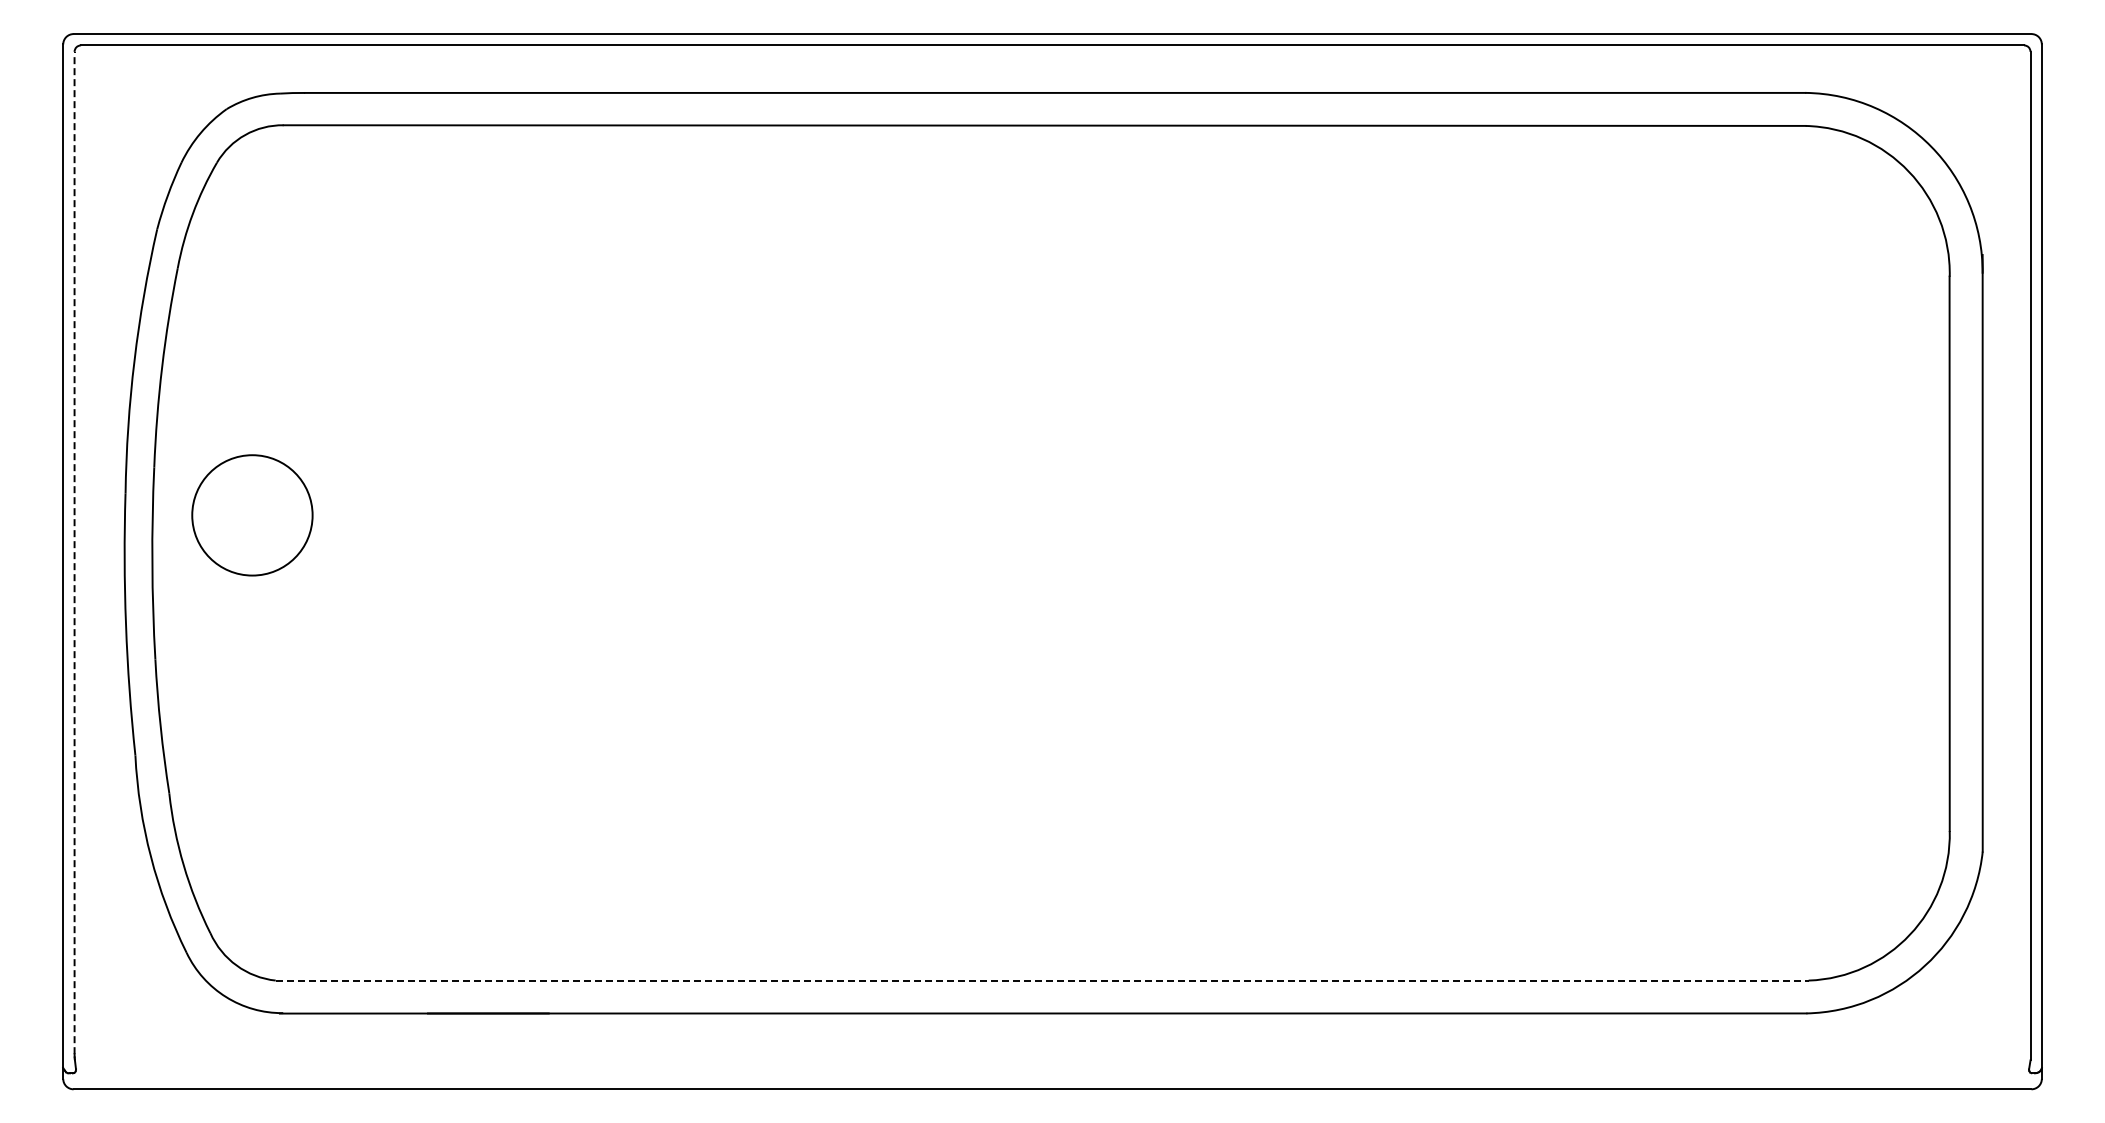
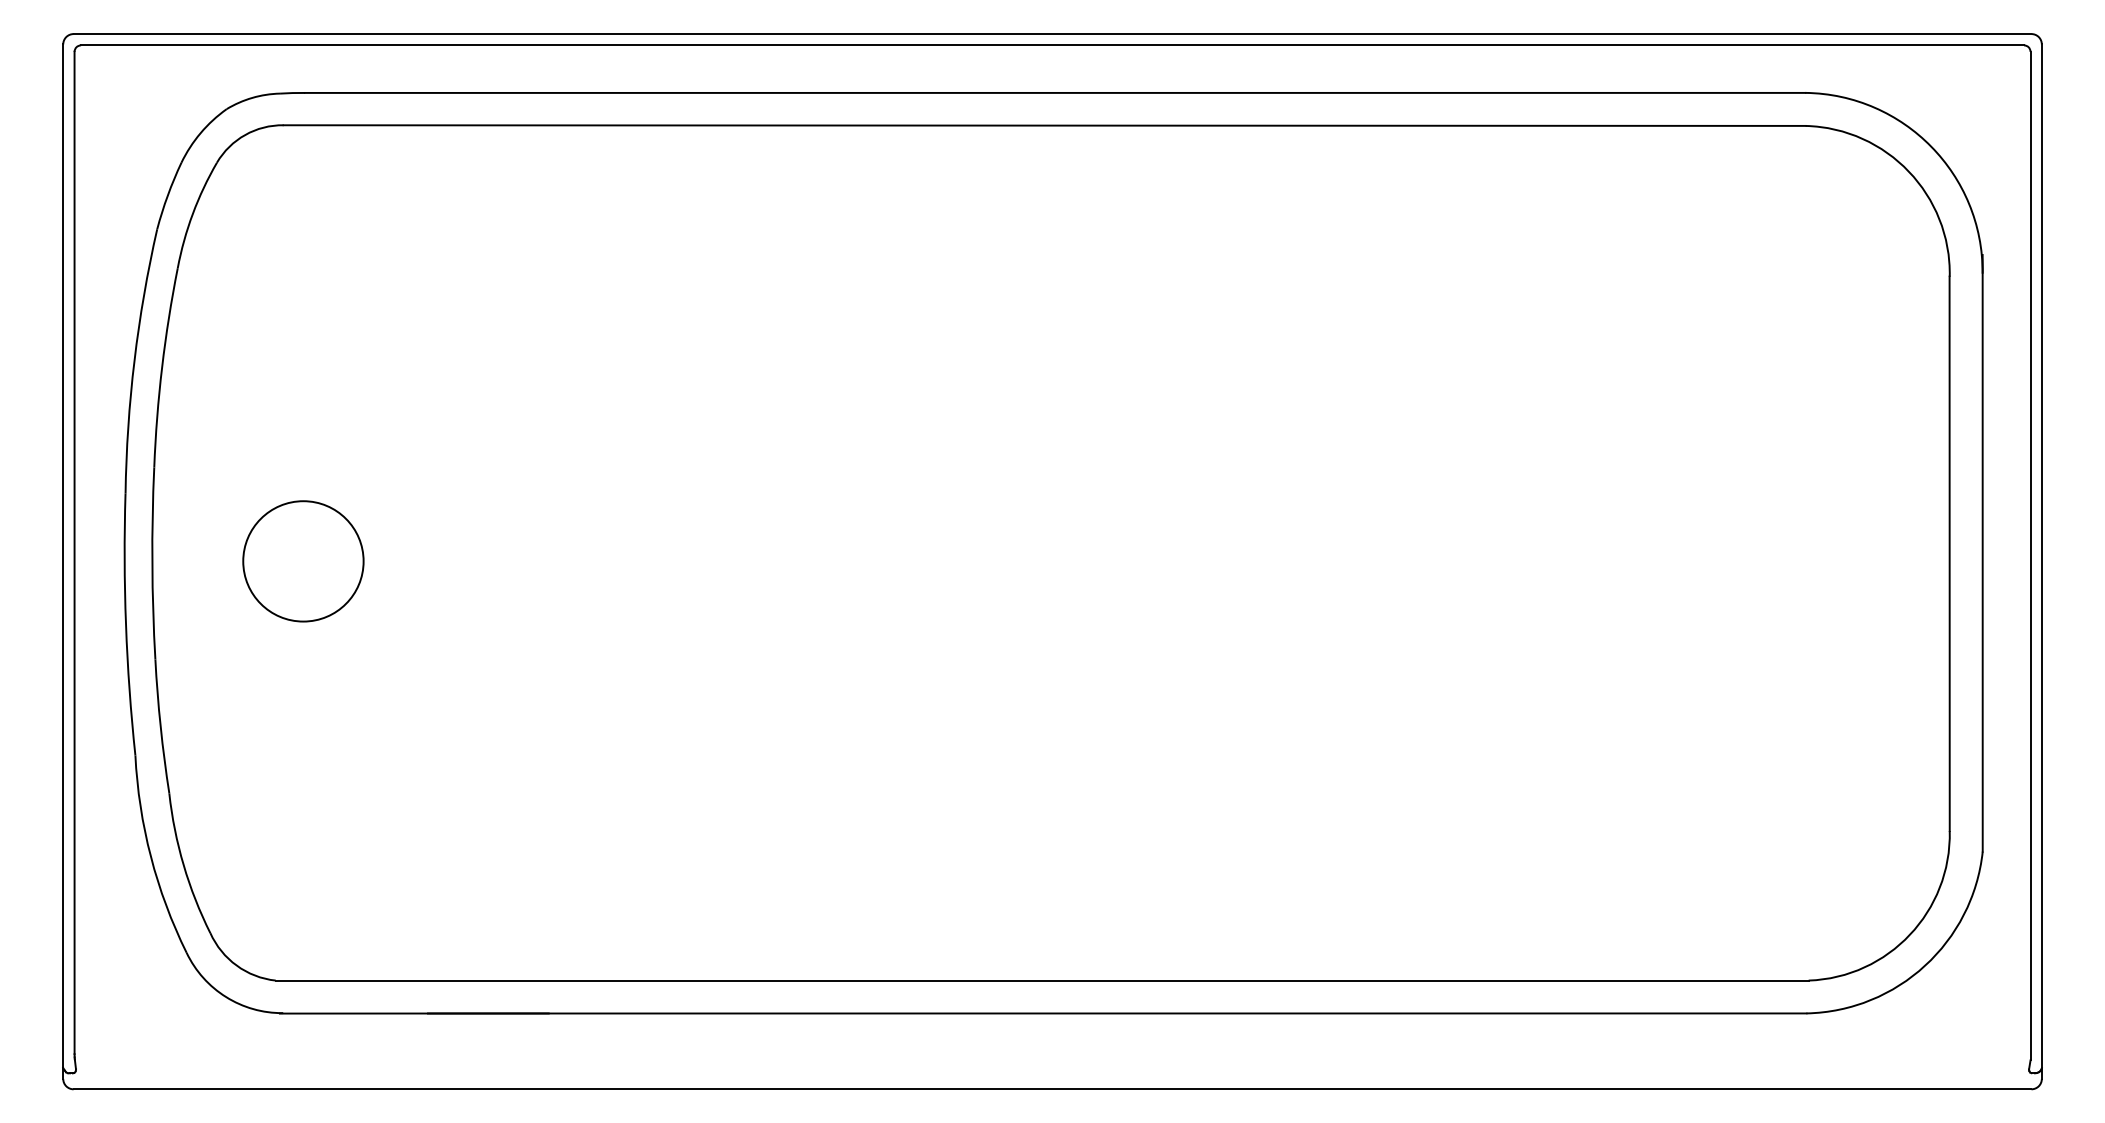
circle at (252, 515) position: (252, 515) -> (303, 561)
line at (74, 552): dashed -> solid
line at (1042, 980): dashed -> solid
